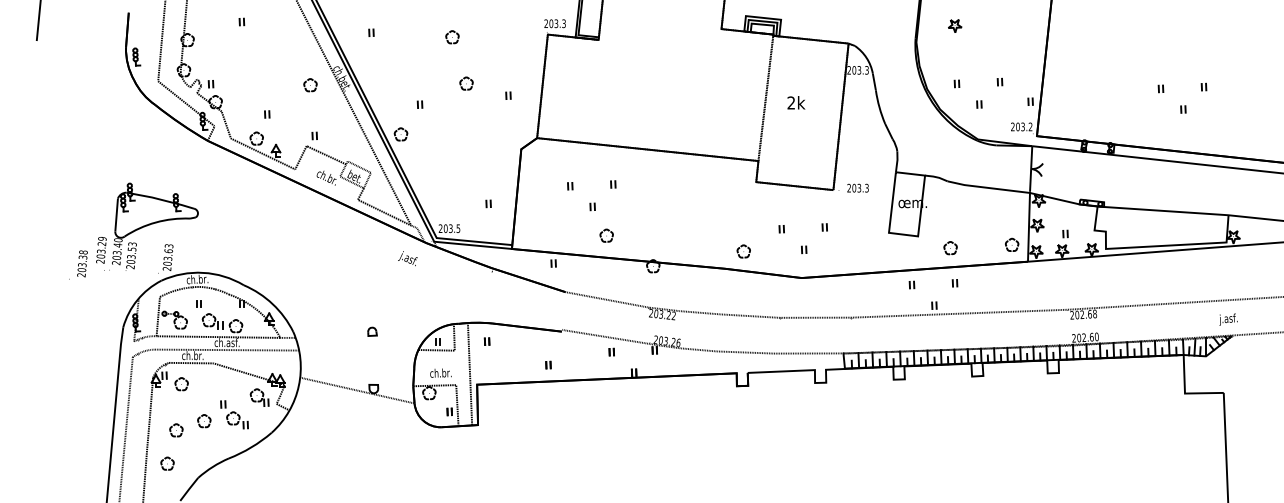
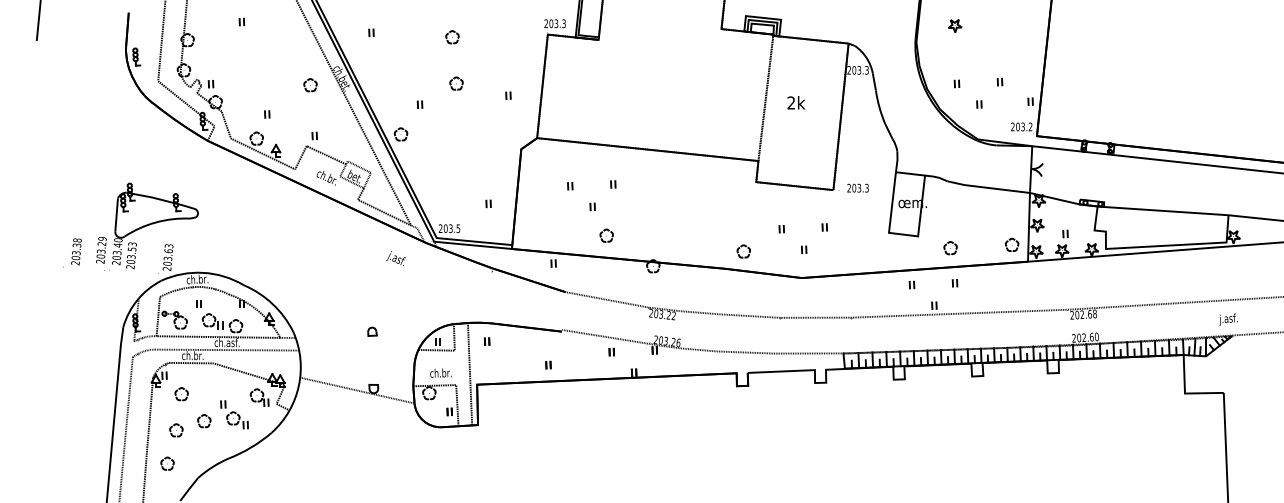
part at (466, 83) position: (466, 83) -> (456, 83)
part at (1181, 105): present -> none
text at (407, 258) position: (407, 258) -> (395, 258)
text at (78, 264) position: (78, 264) -> (72, 252)
part at (181, 384) position: (181, 384) -> (181, 394)
